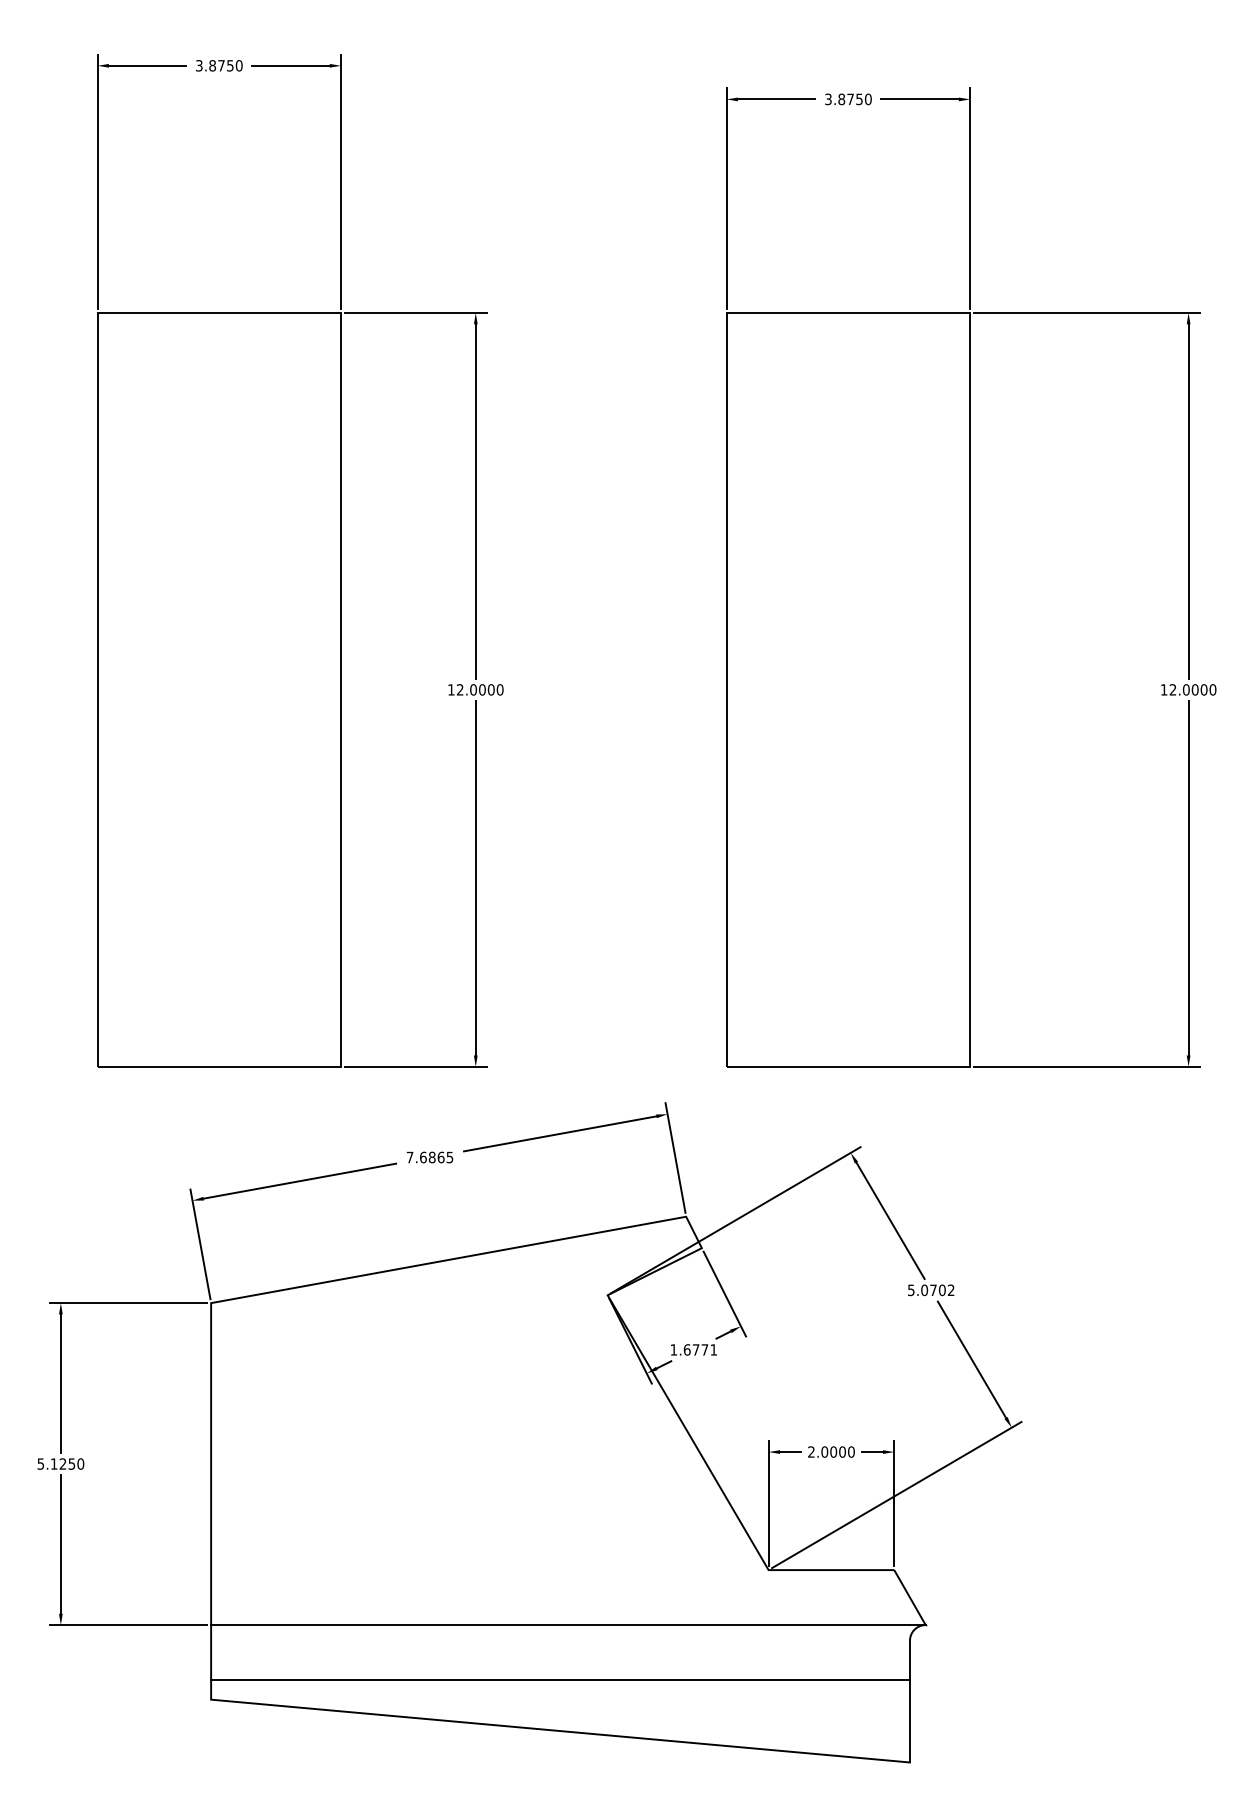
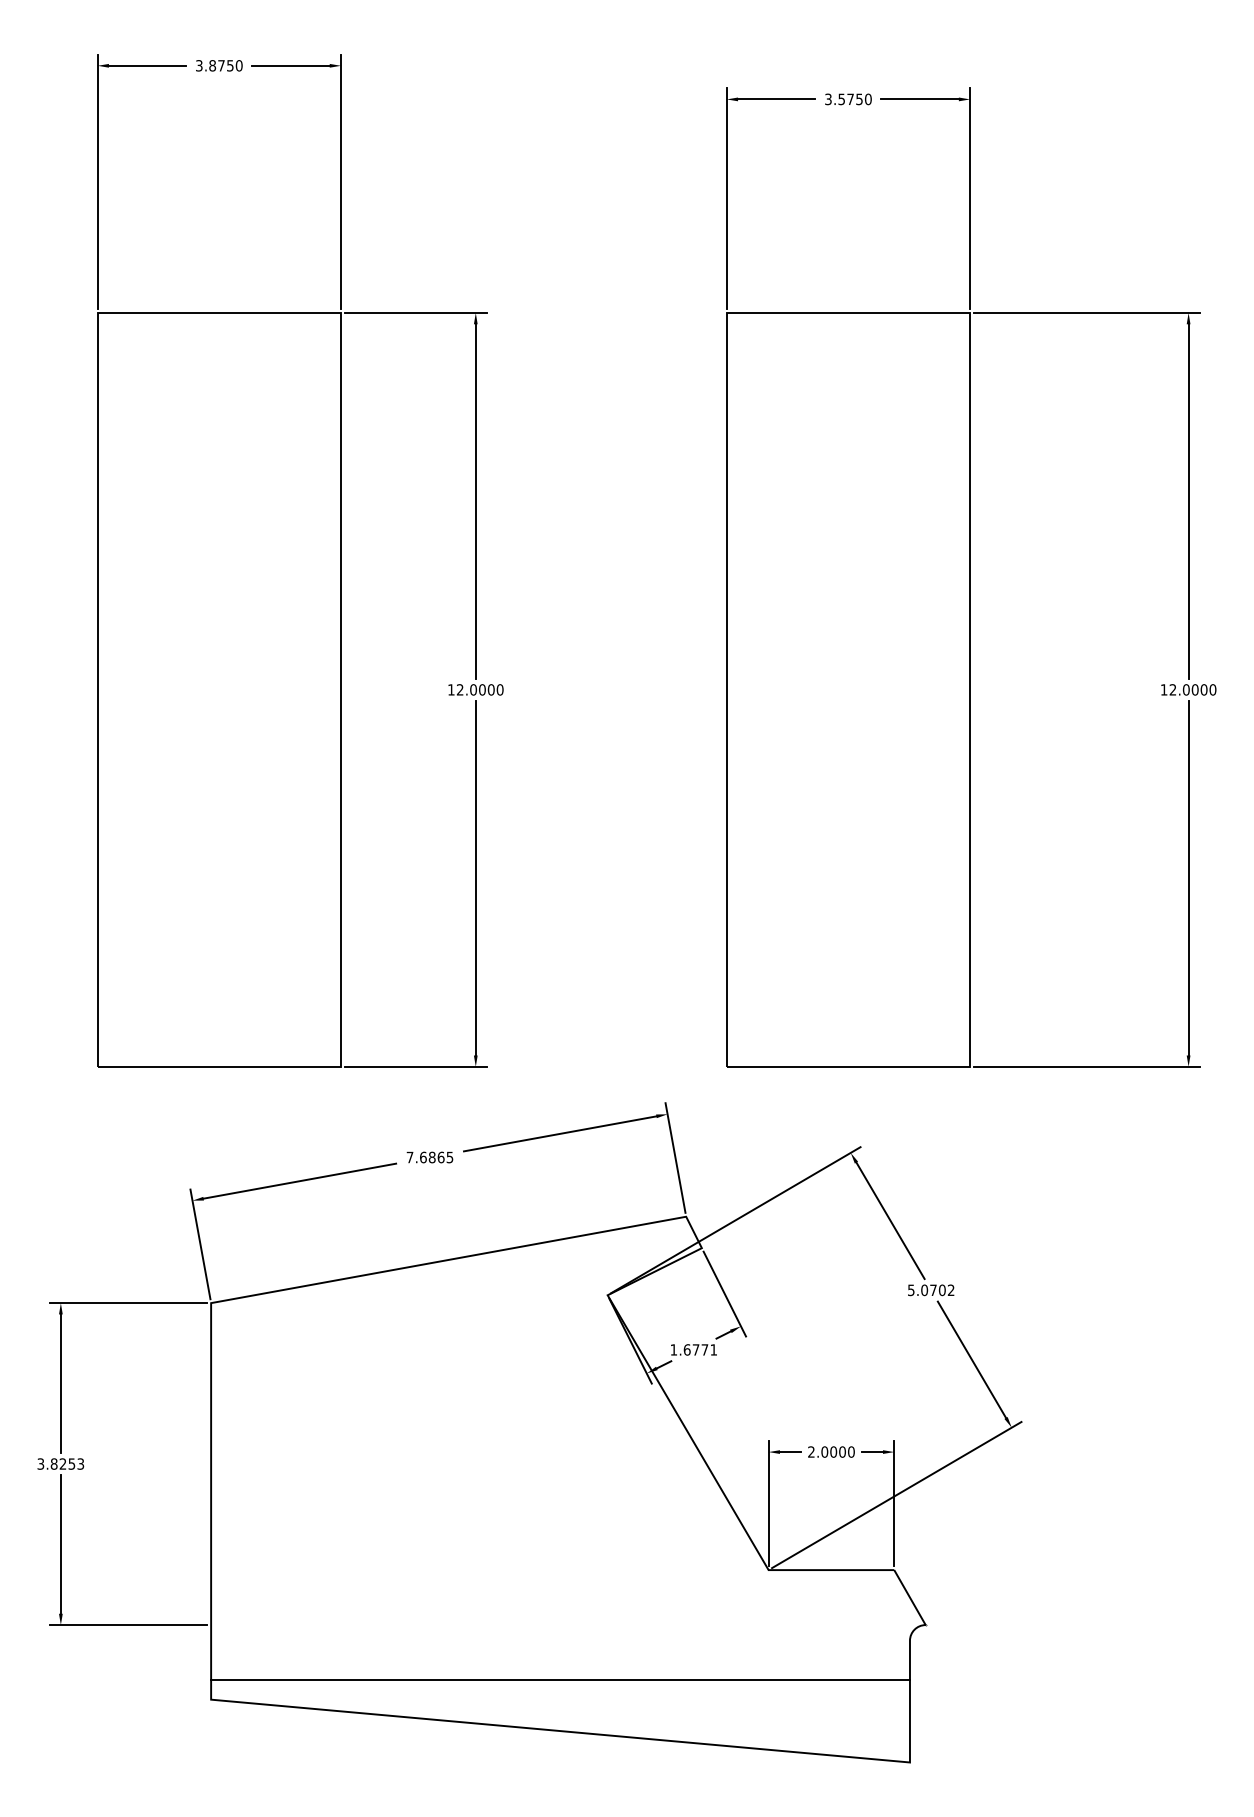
text at (841, 99): 3.8750 -> 3.5750
text at (60, 1463): 5.1250 -> 3.8253
line at (568, 1625): present -> none
